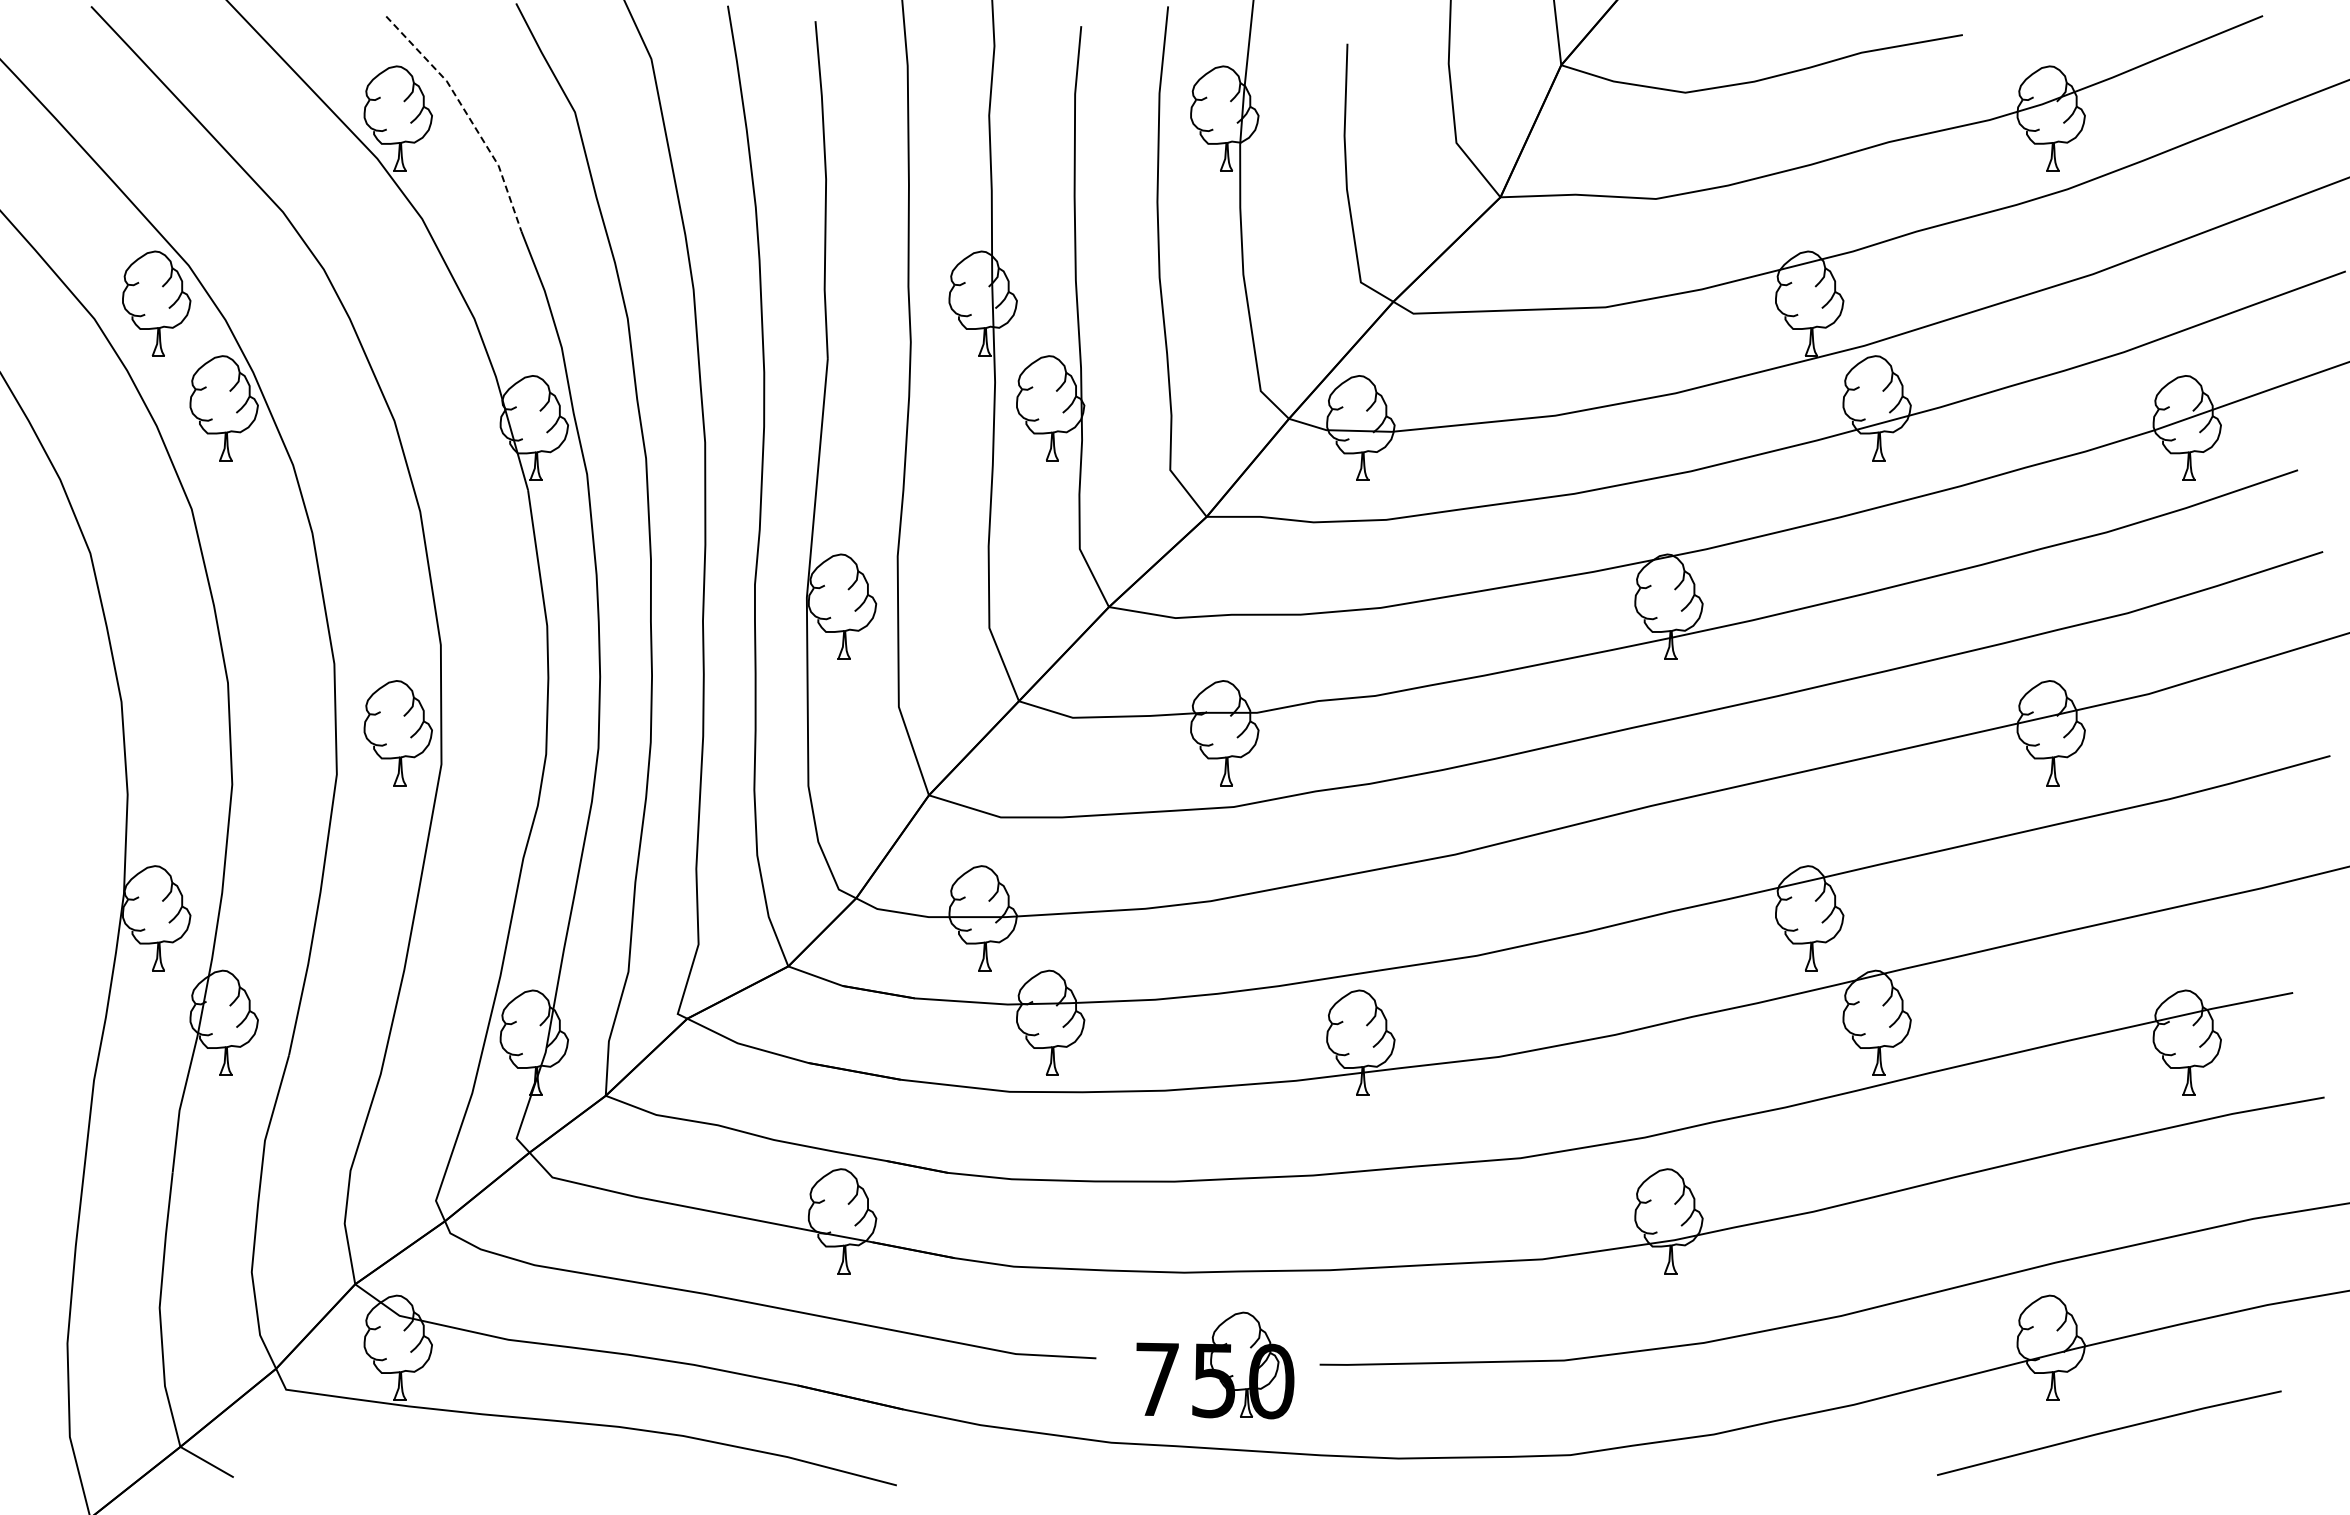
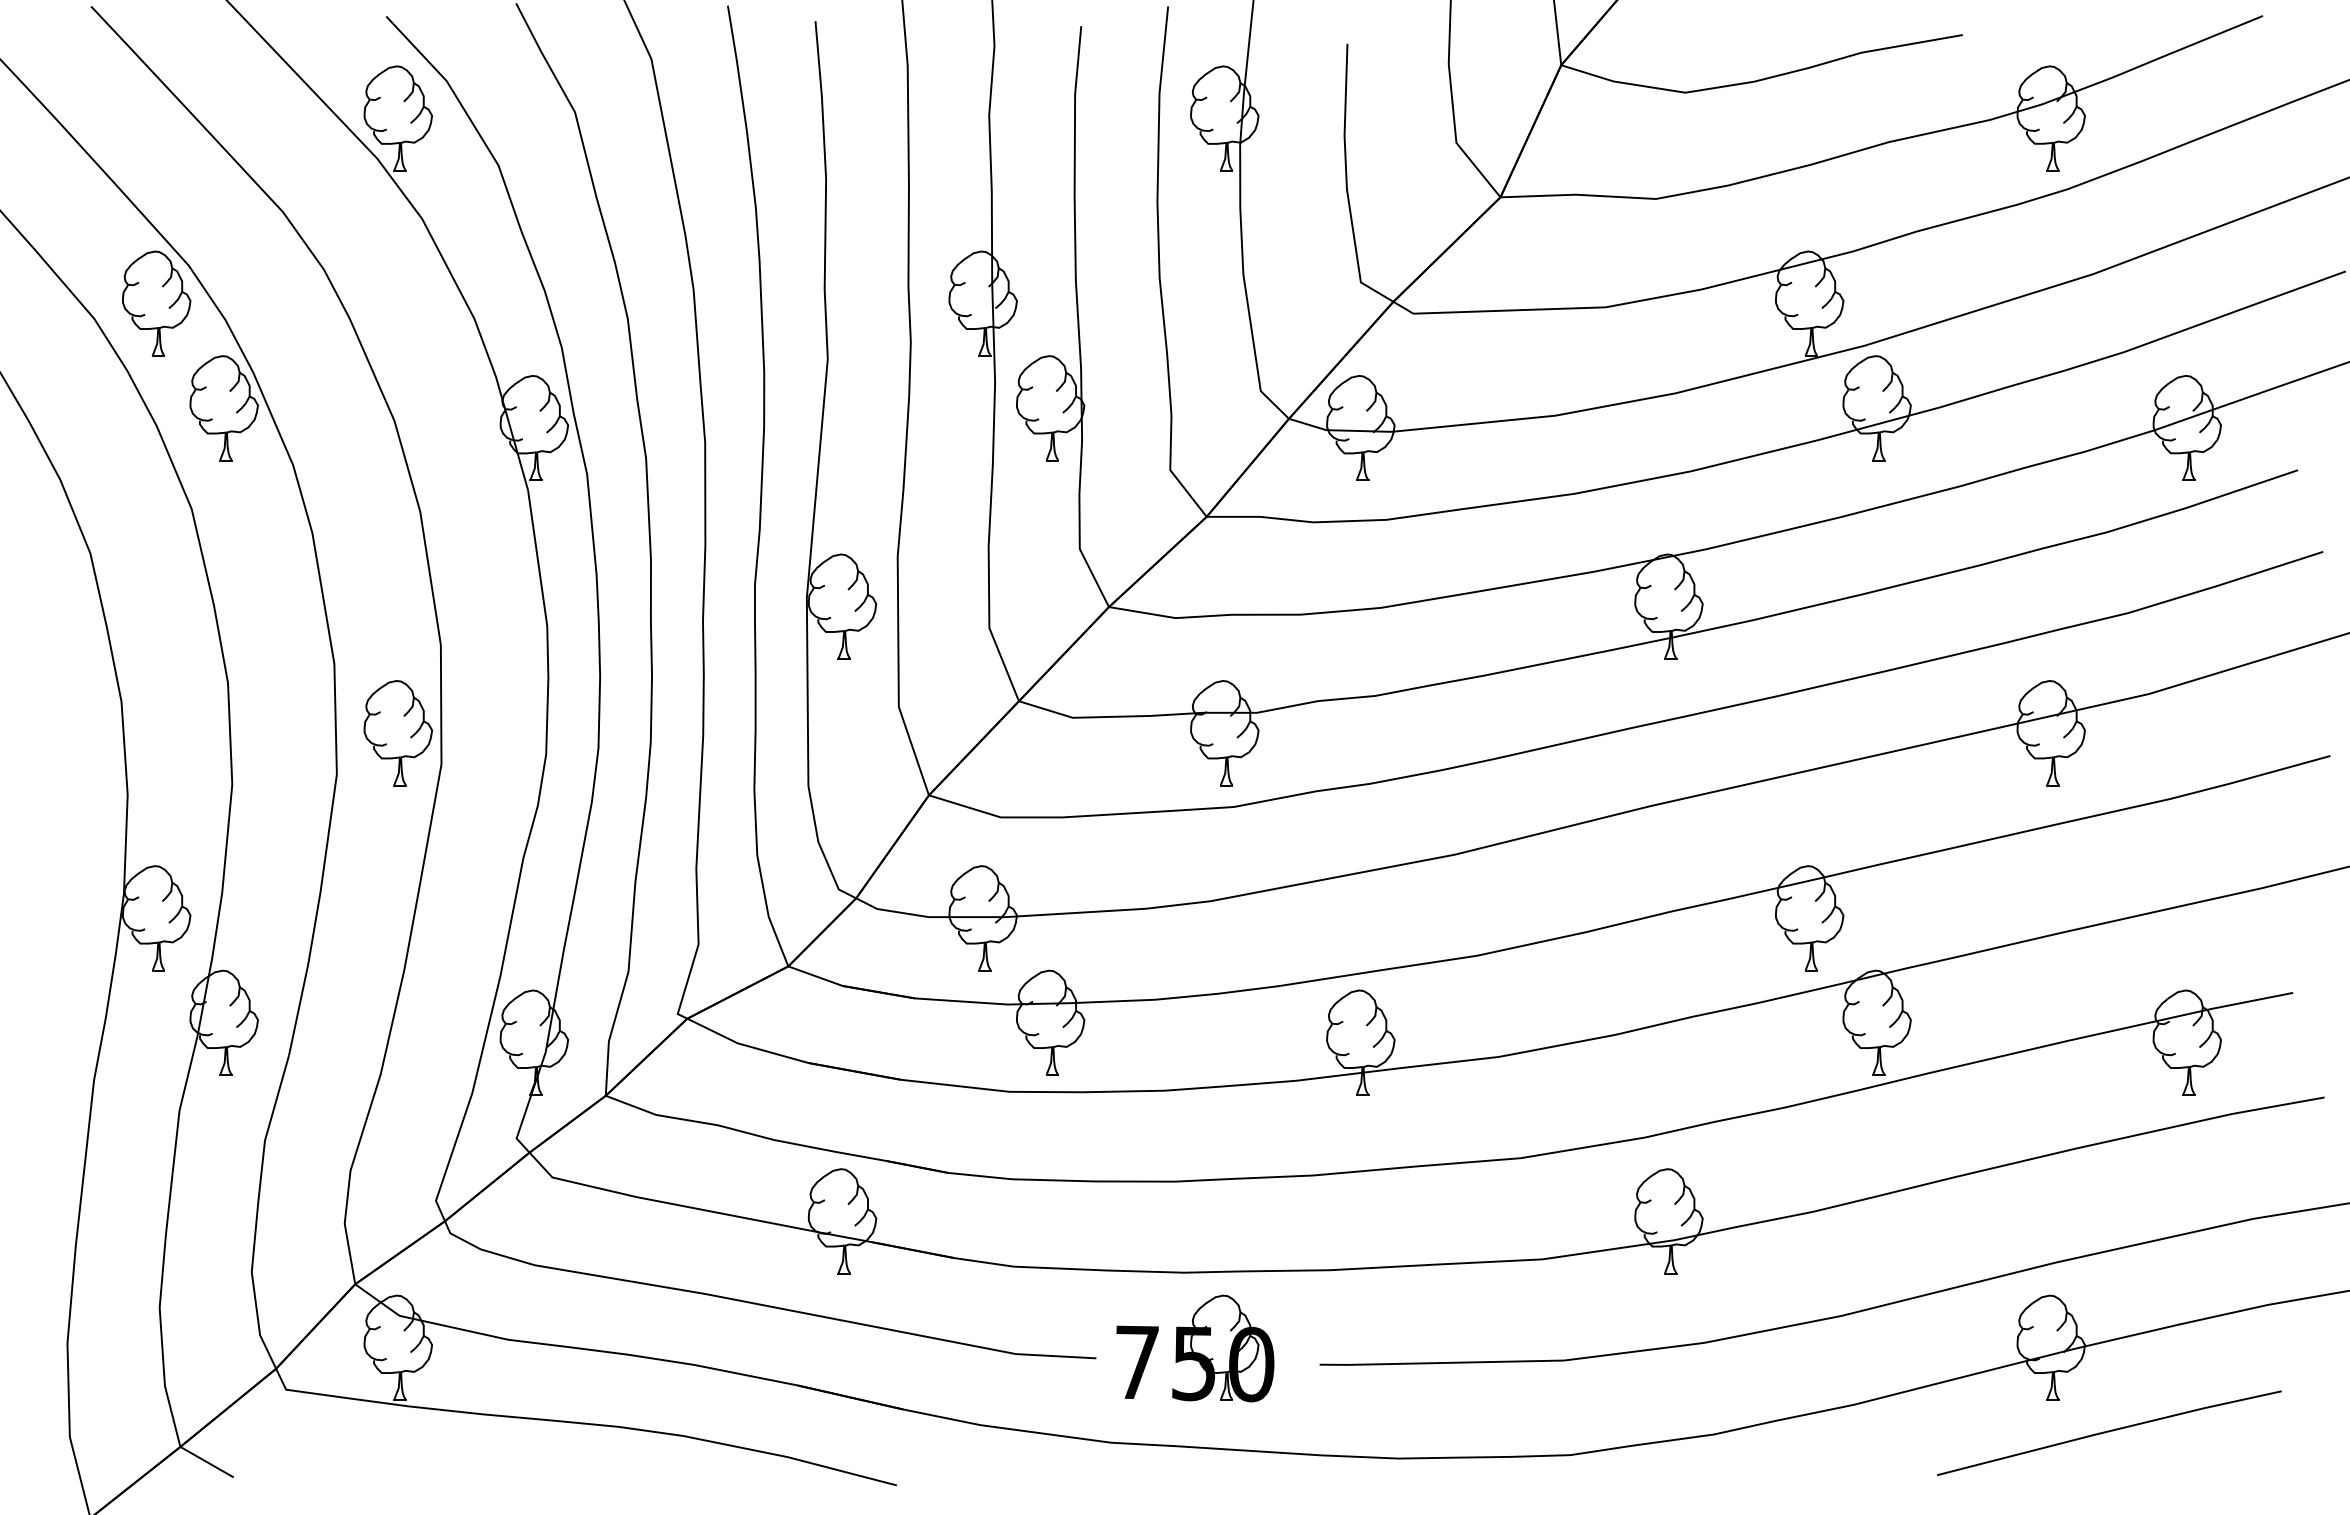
line at (467, 115): dashed -> solid
part at (1215, 1365) position: (1215, 1365) -> (1195, 1348)
